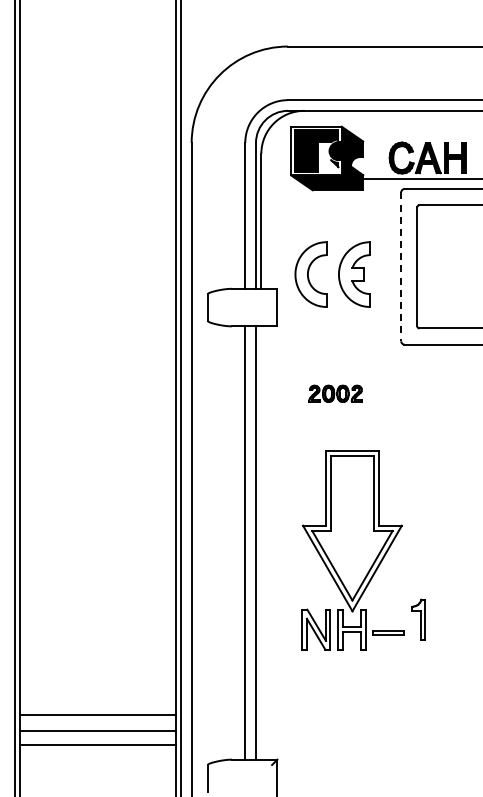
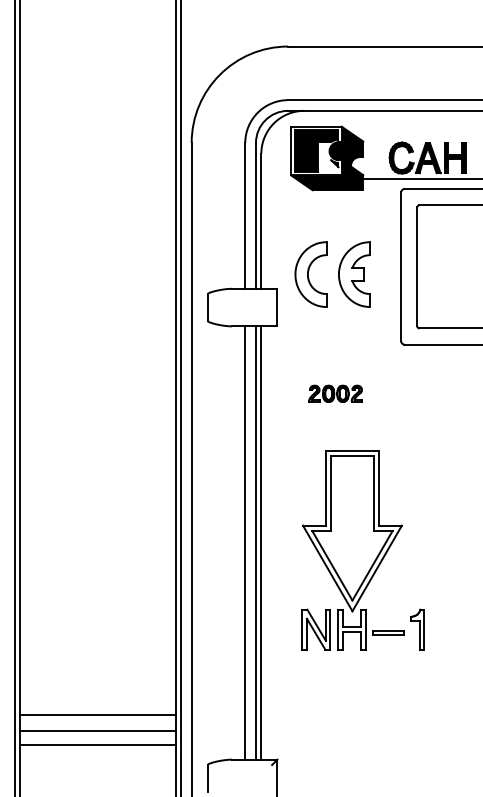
line at (401, 267): dashed -> solid
line at (261, 542): none -> present
part at (418, 619) position: (418, 619) -> (417, 629)
